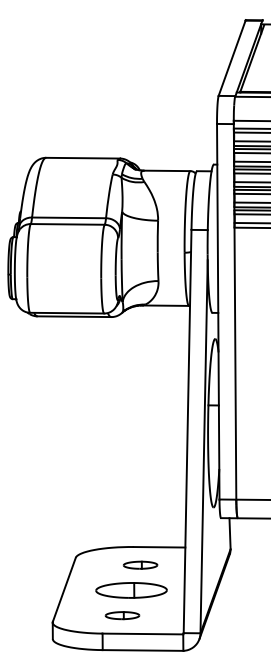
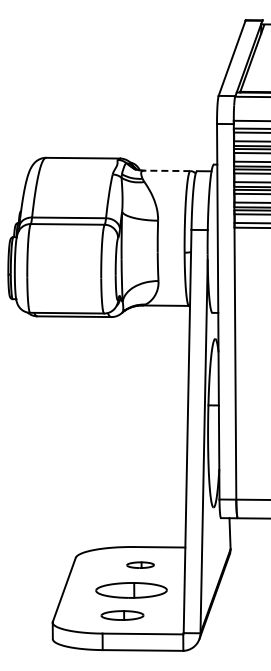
line at (166, 170): solid -> dashed
part at (140, 564) size: 37x10 px -> 29x8 px
part at (122, 615) size: 37x10 px -> 45x11 px
